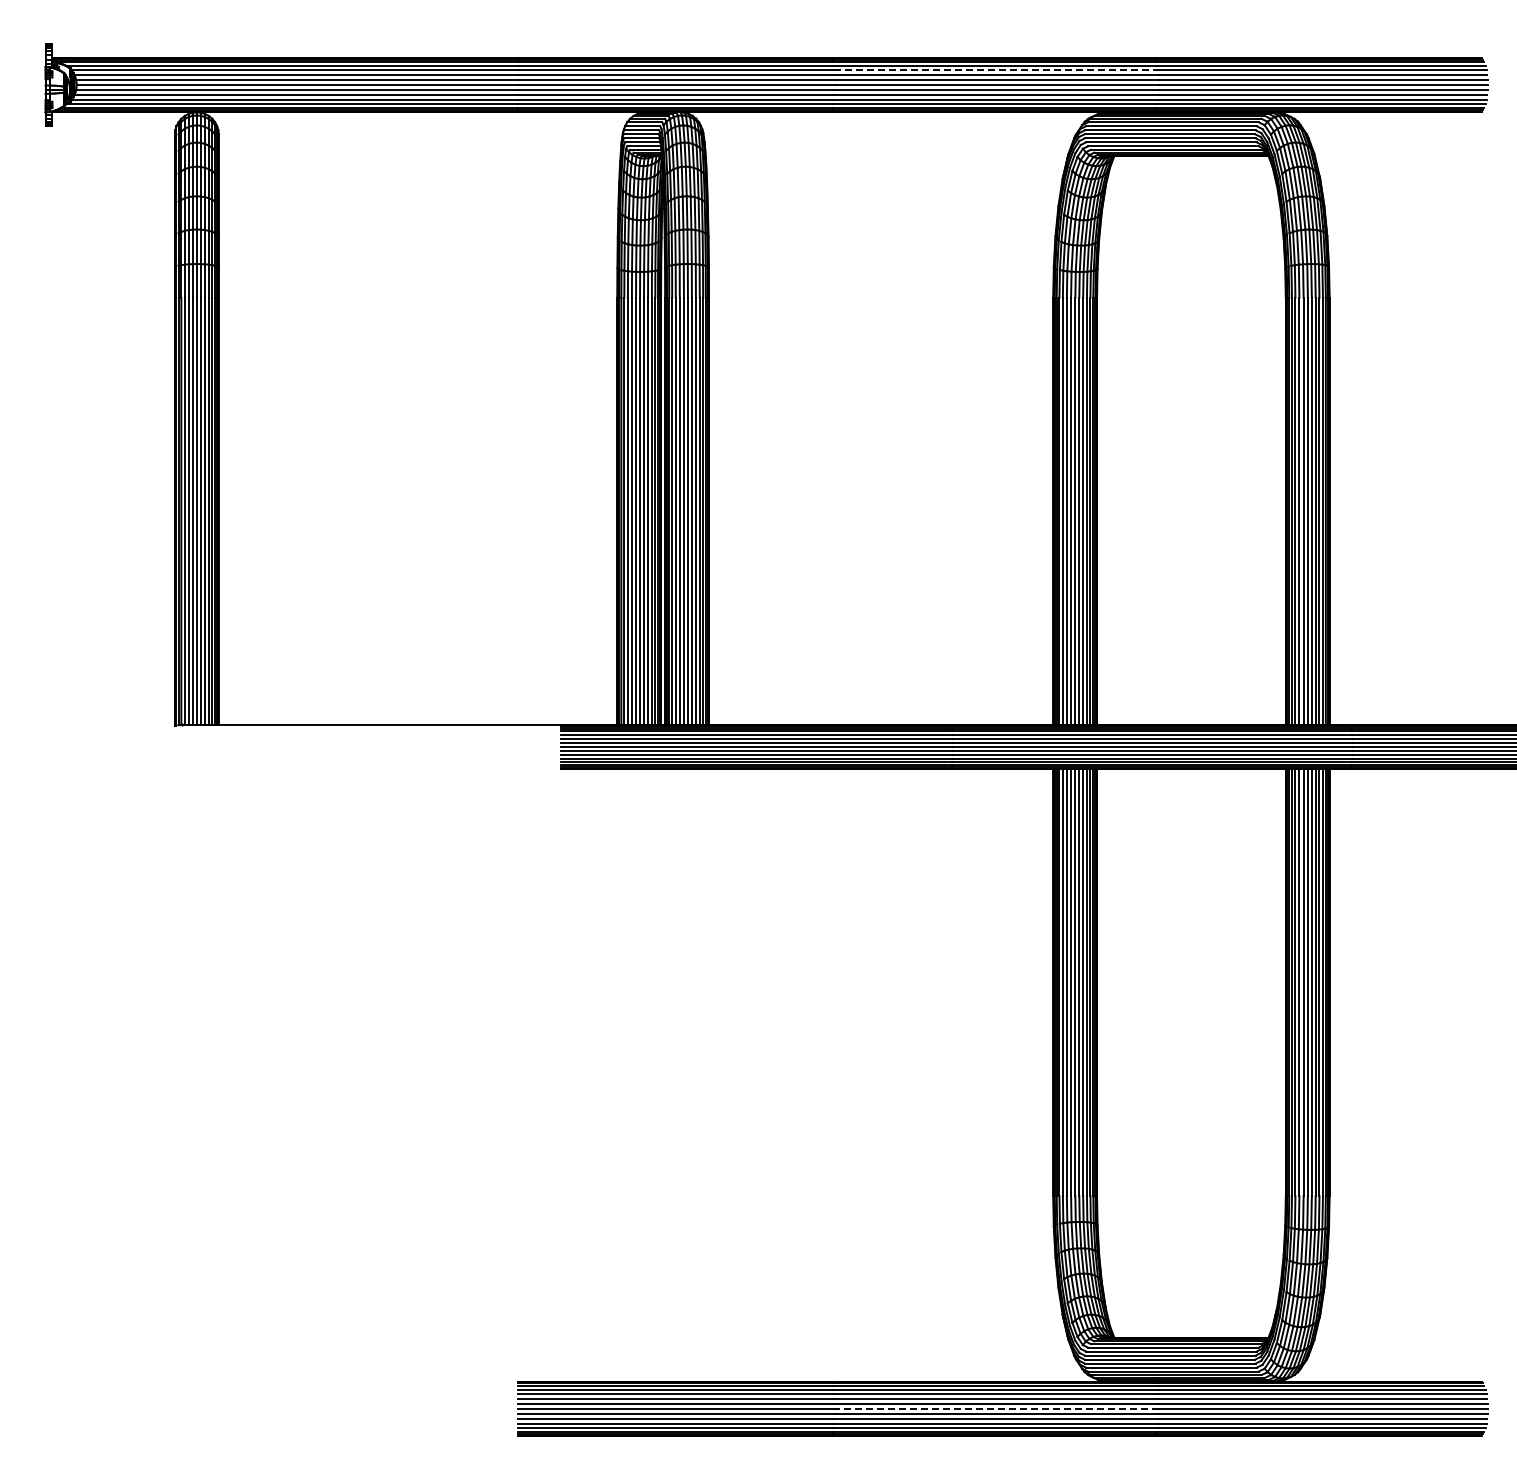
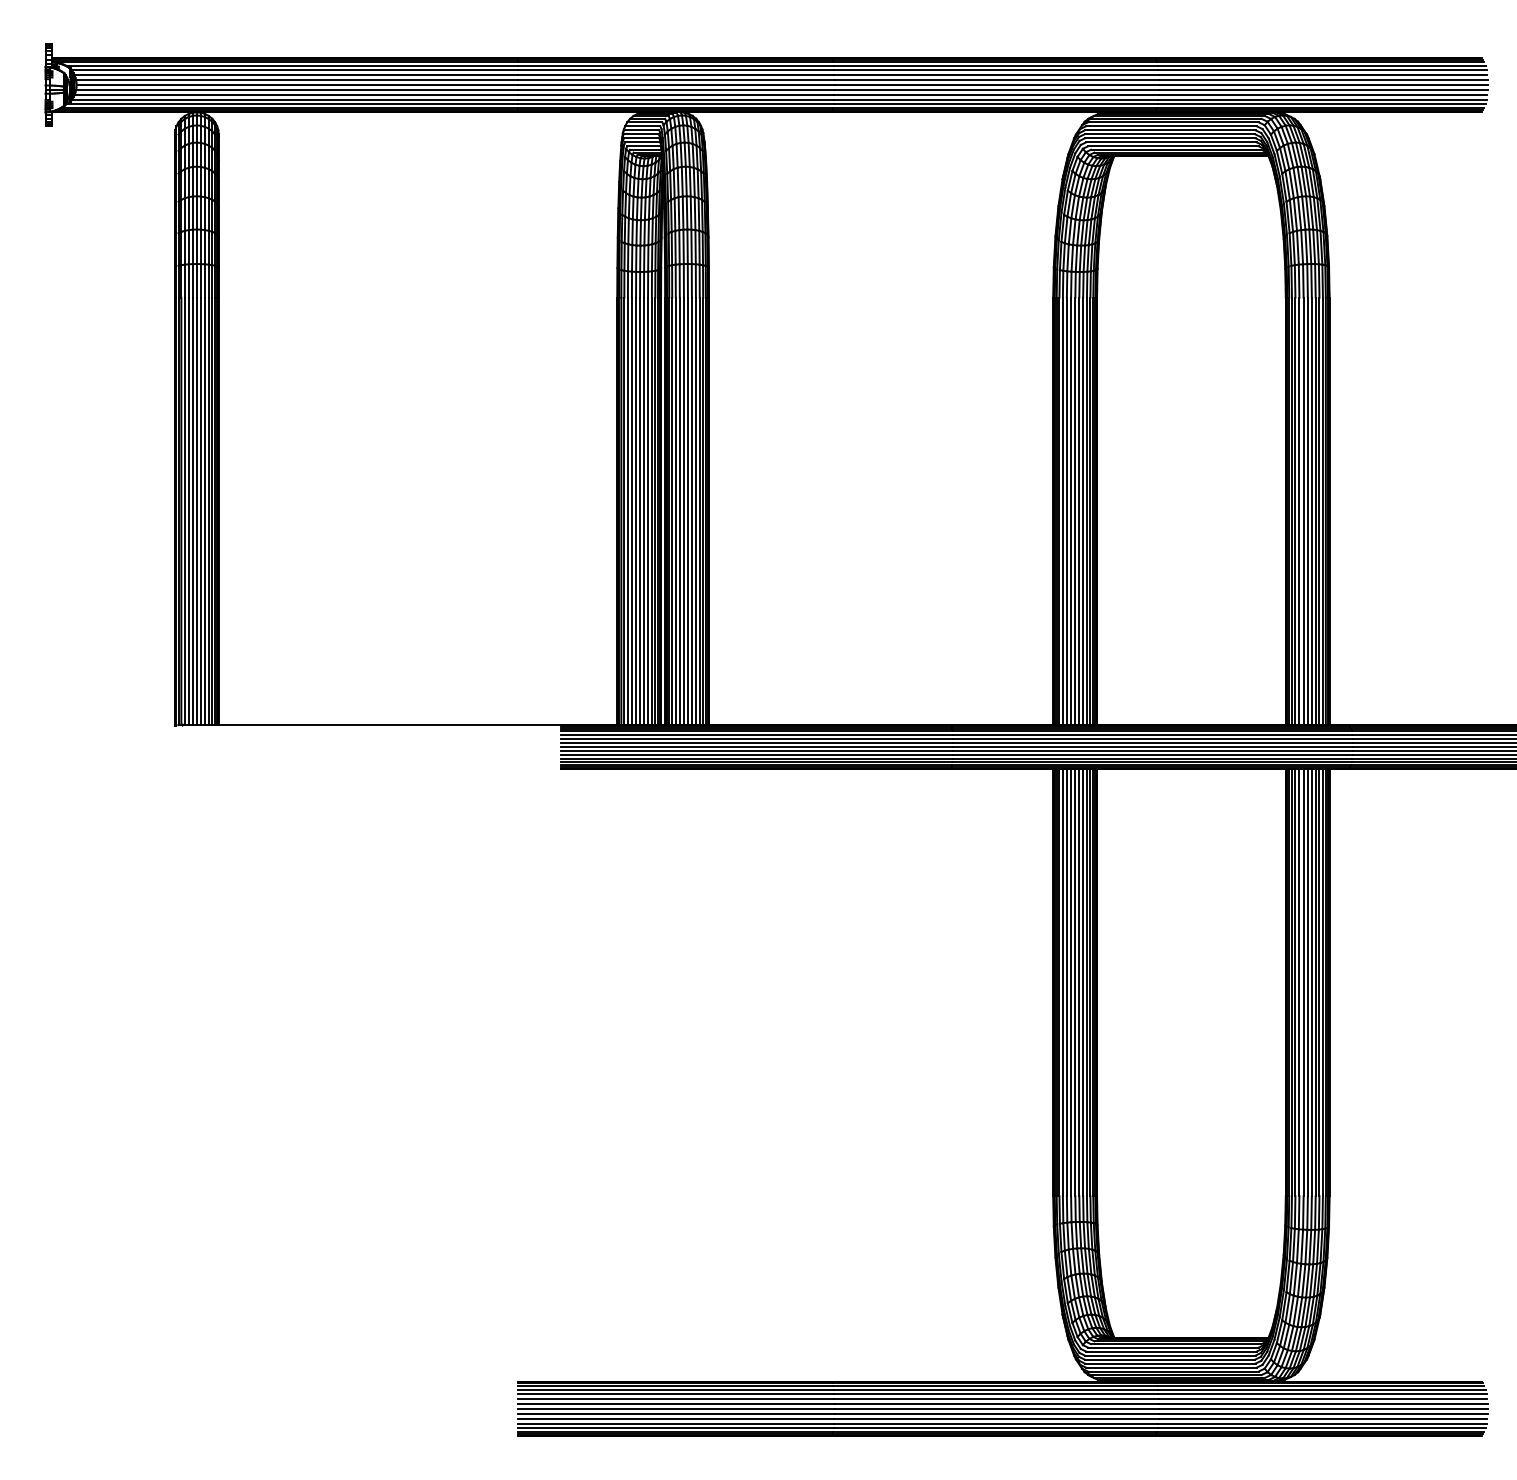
line at (996, 70): dashed -> solid
line at (996, 1408): dashed -> solid
